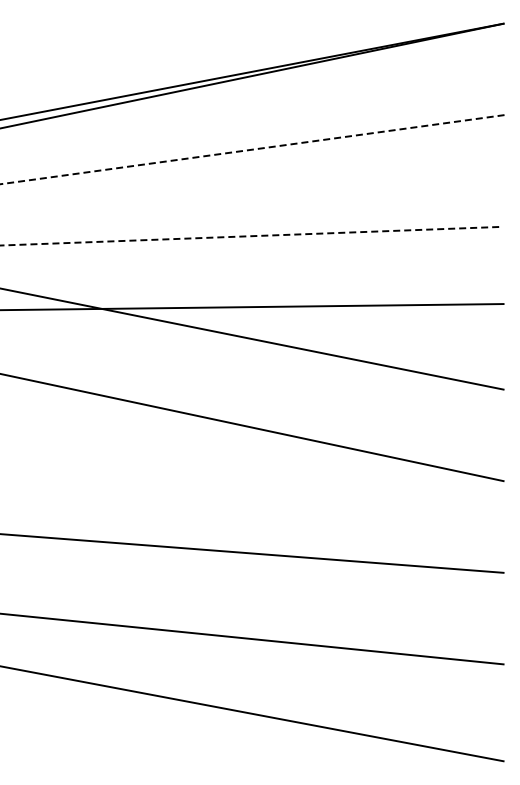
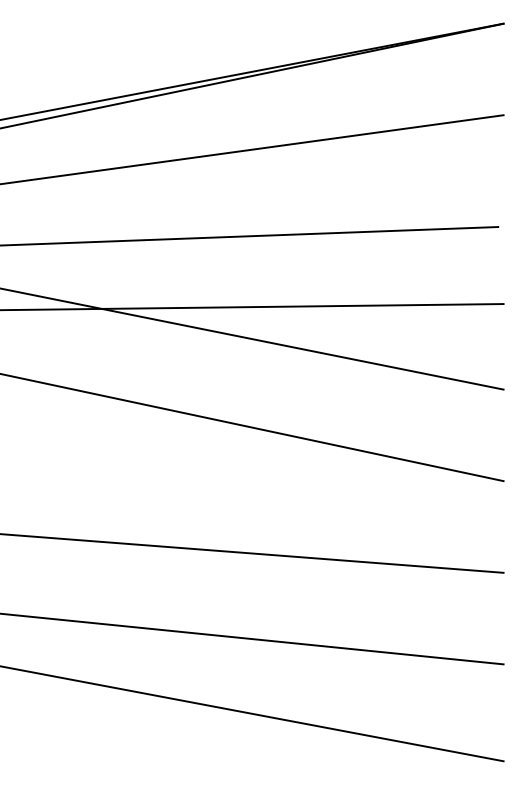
line at (252, 149): dashed -> solid
line at (249, 236): dashed -> solid
